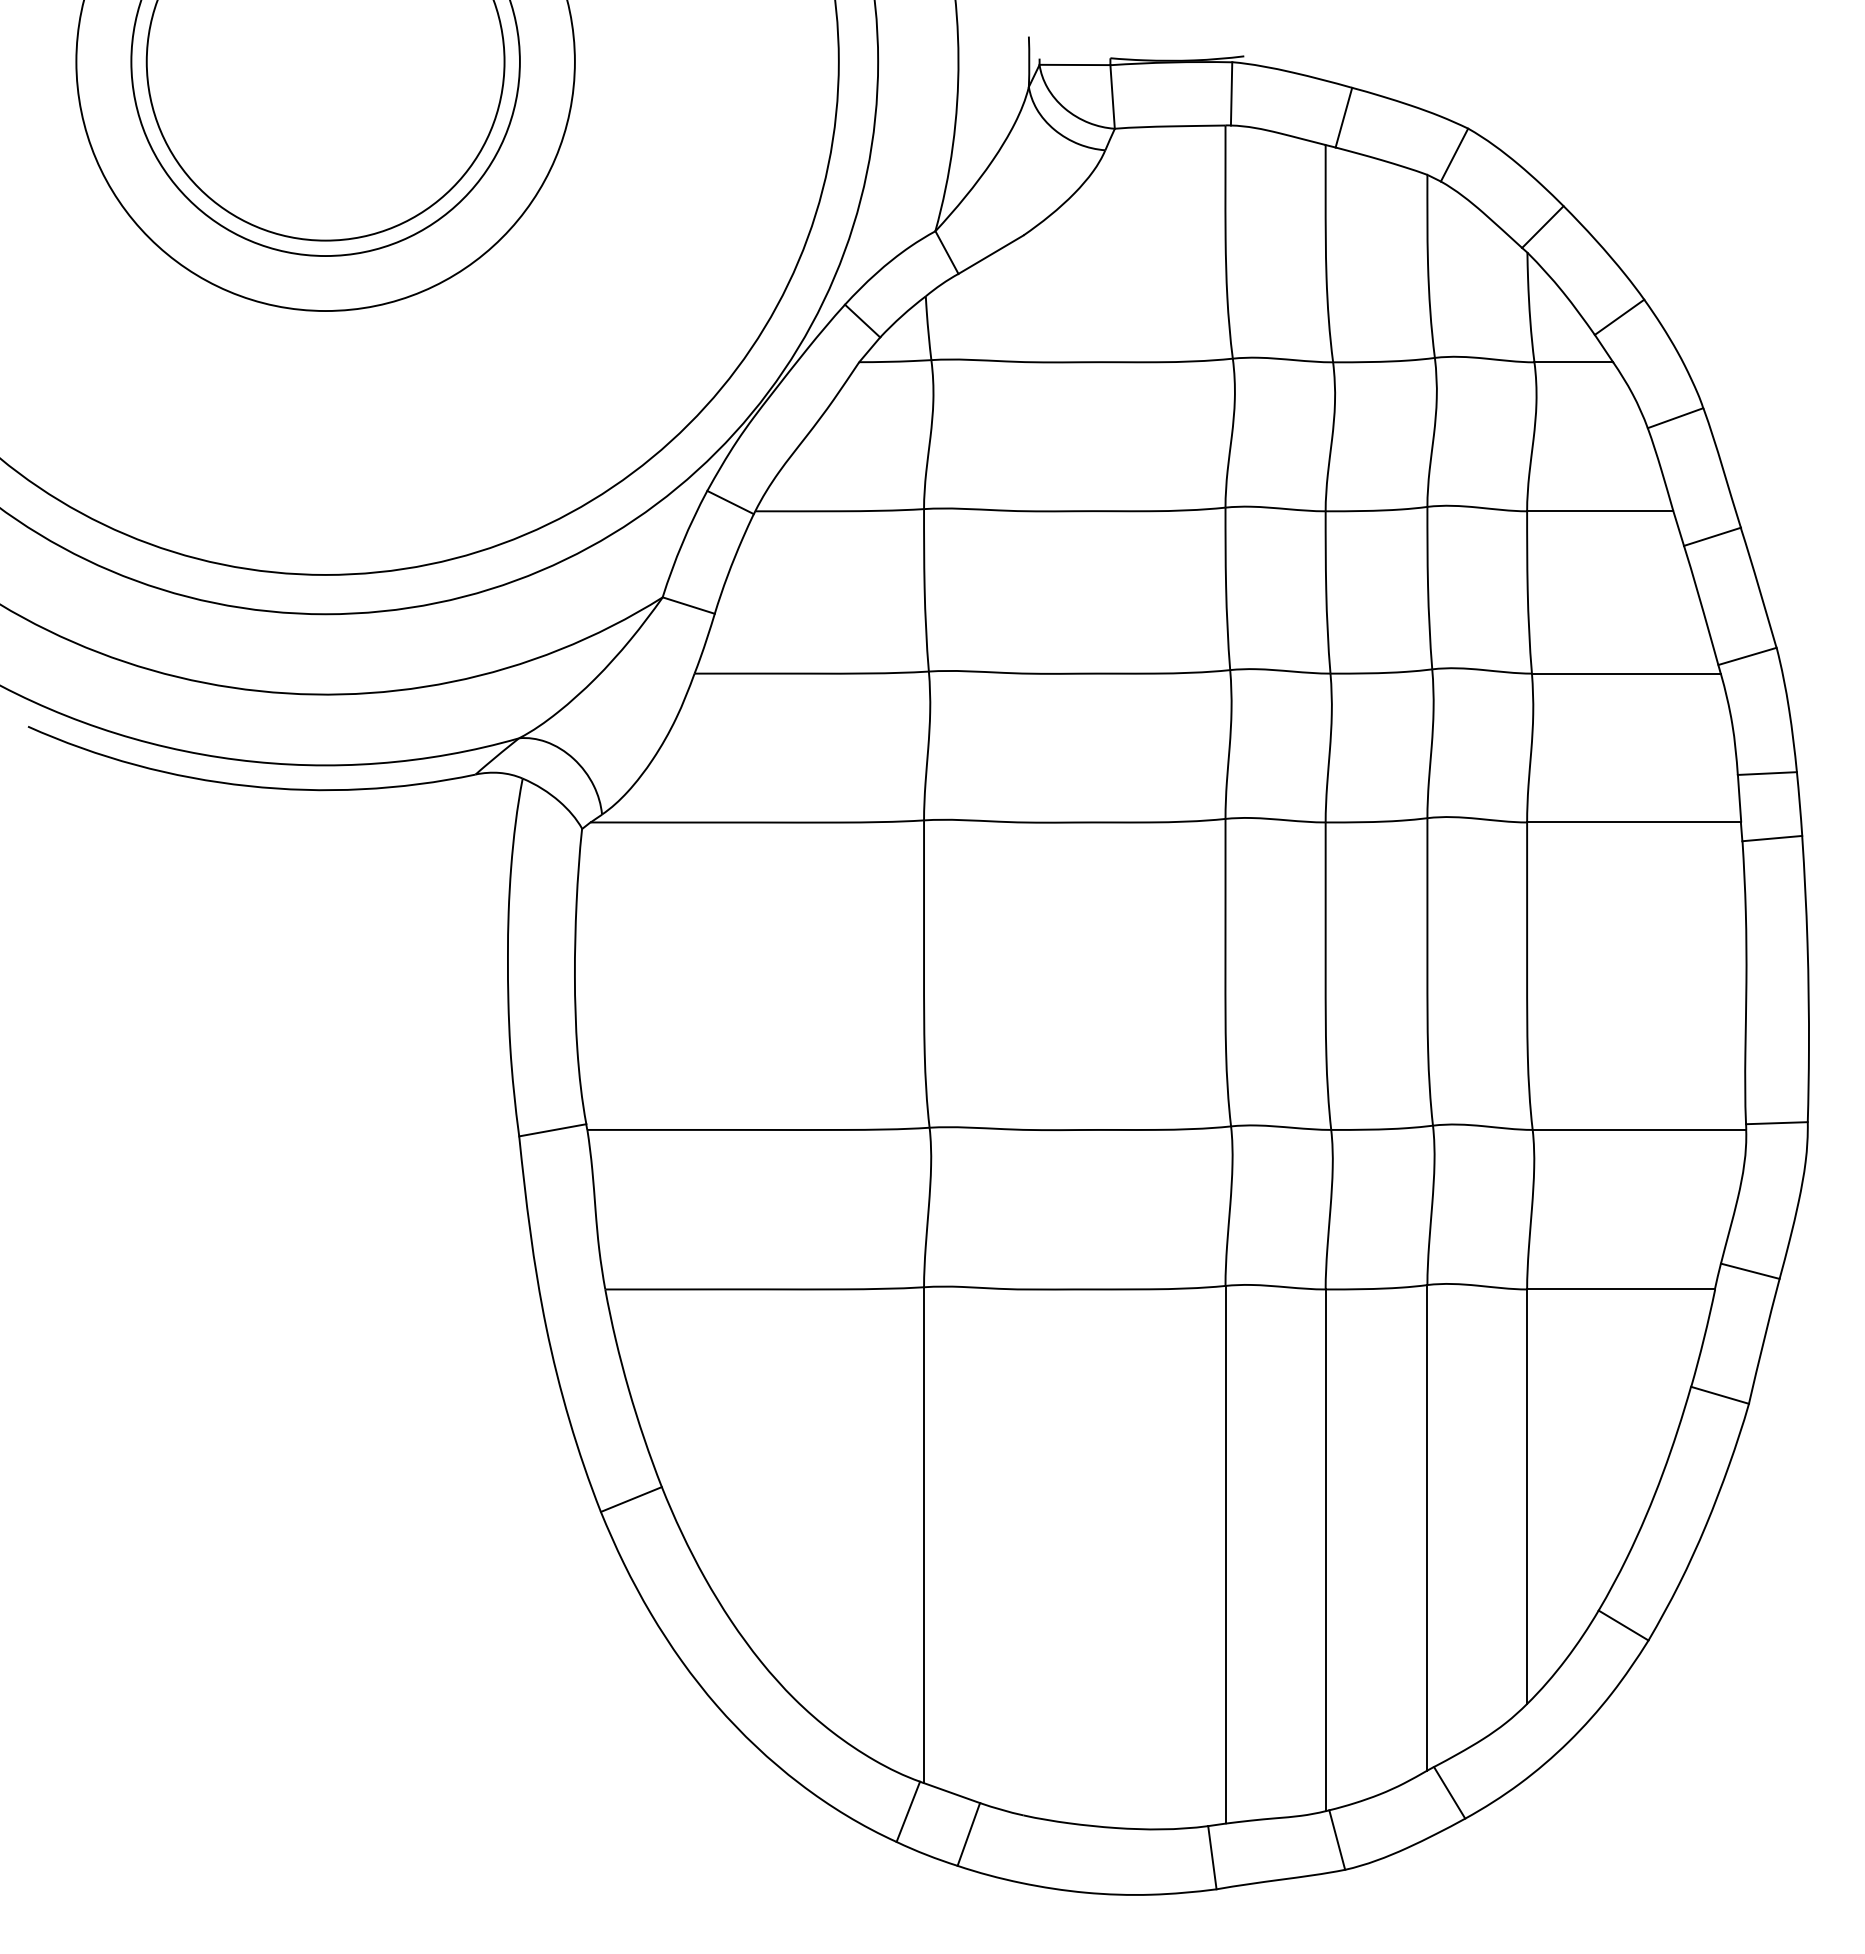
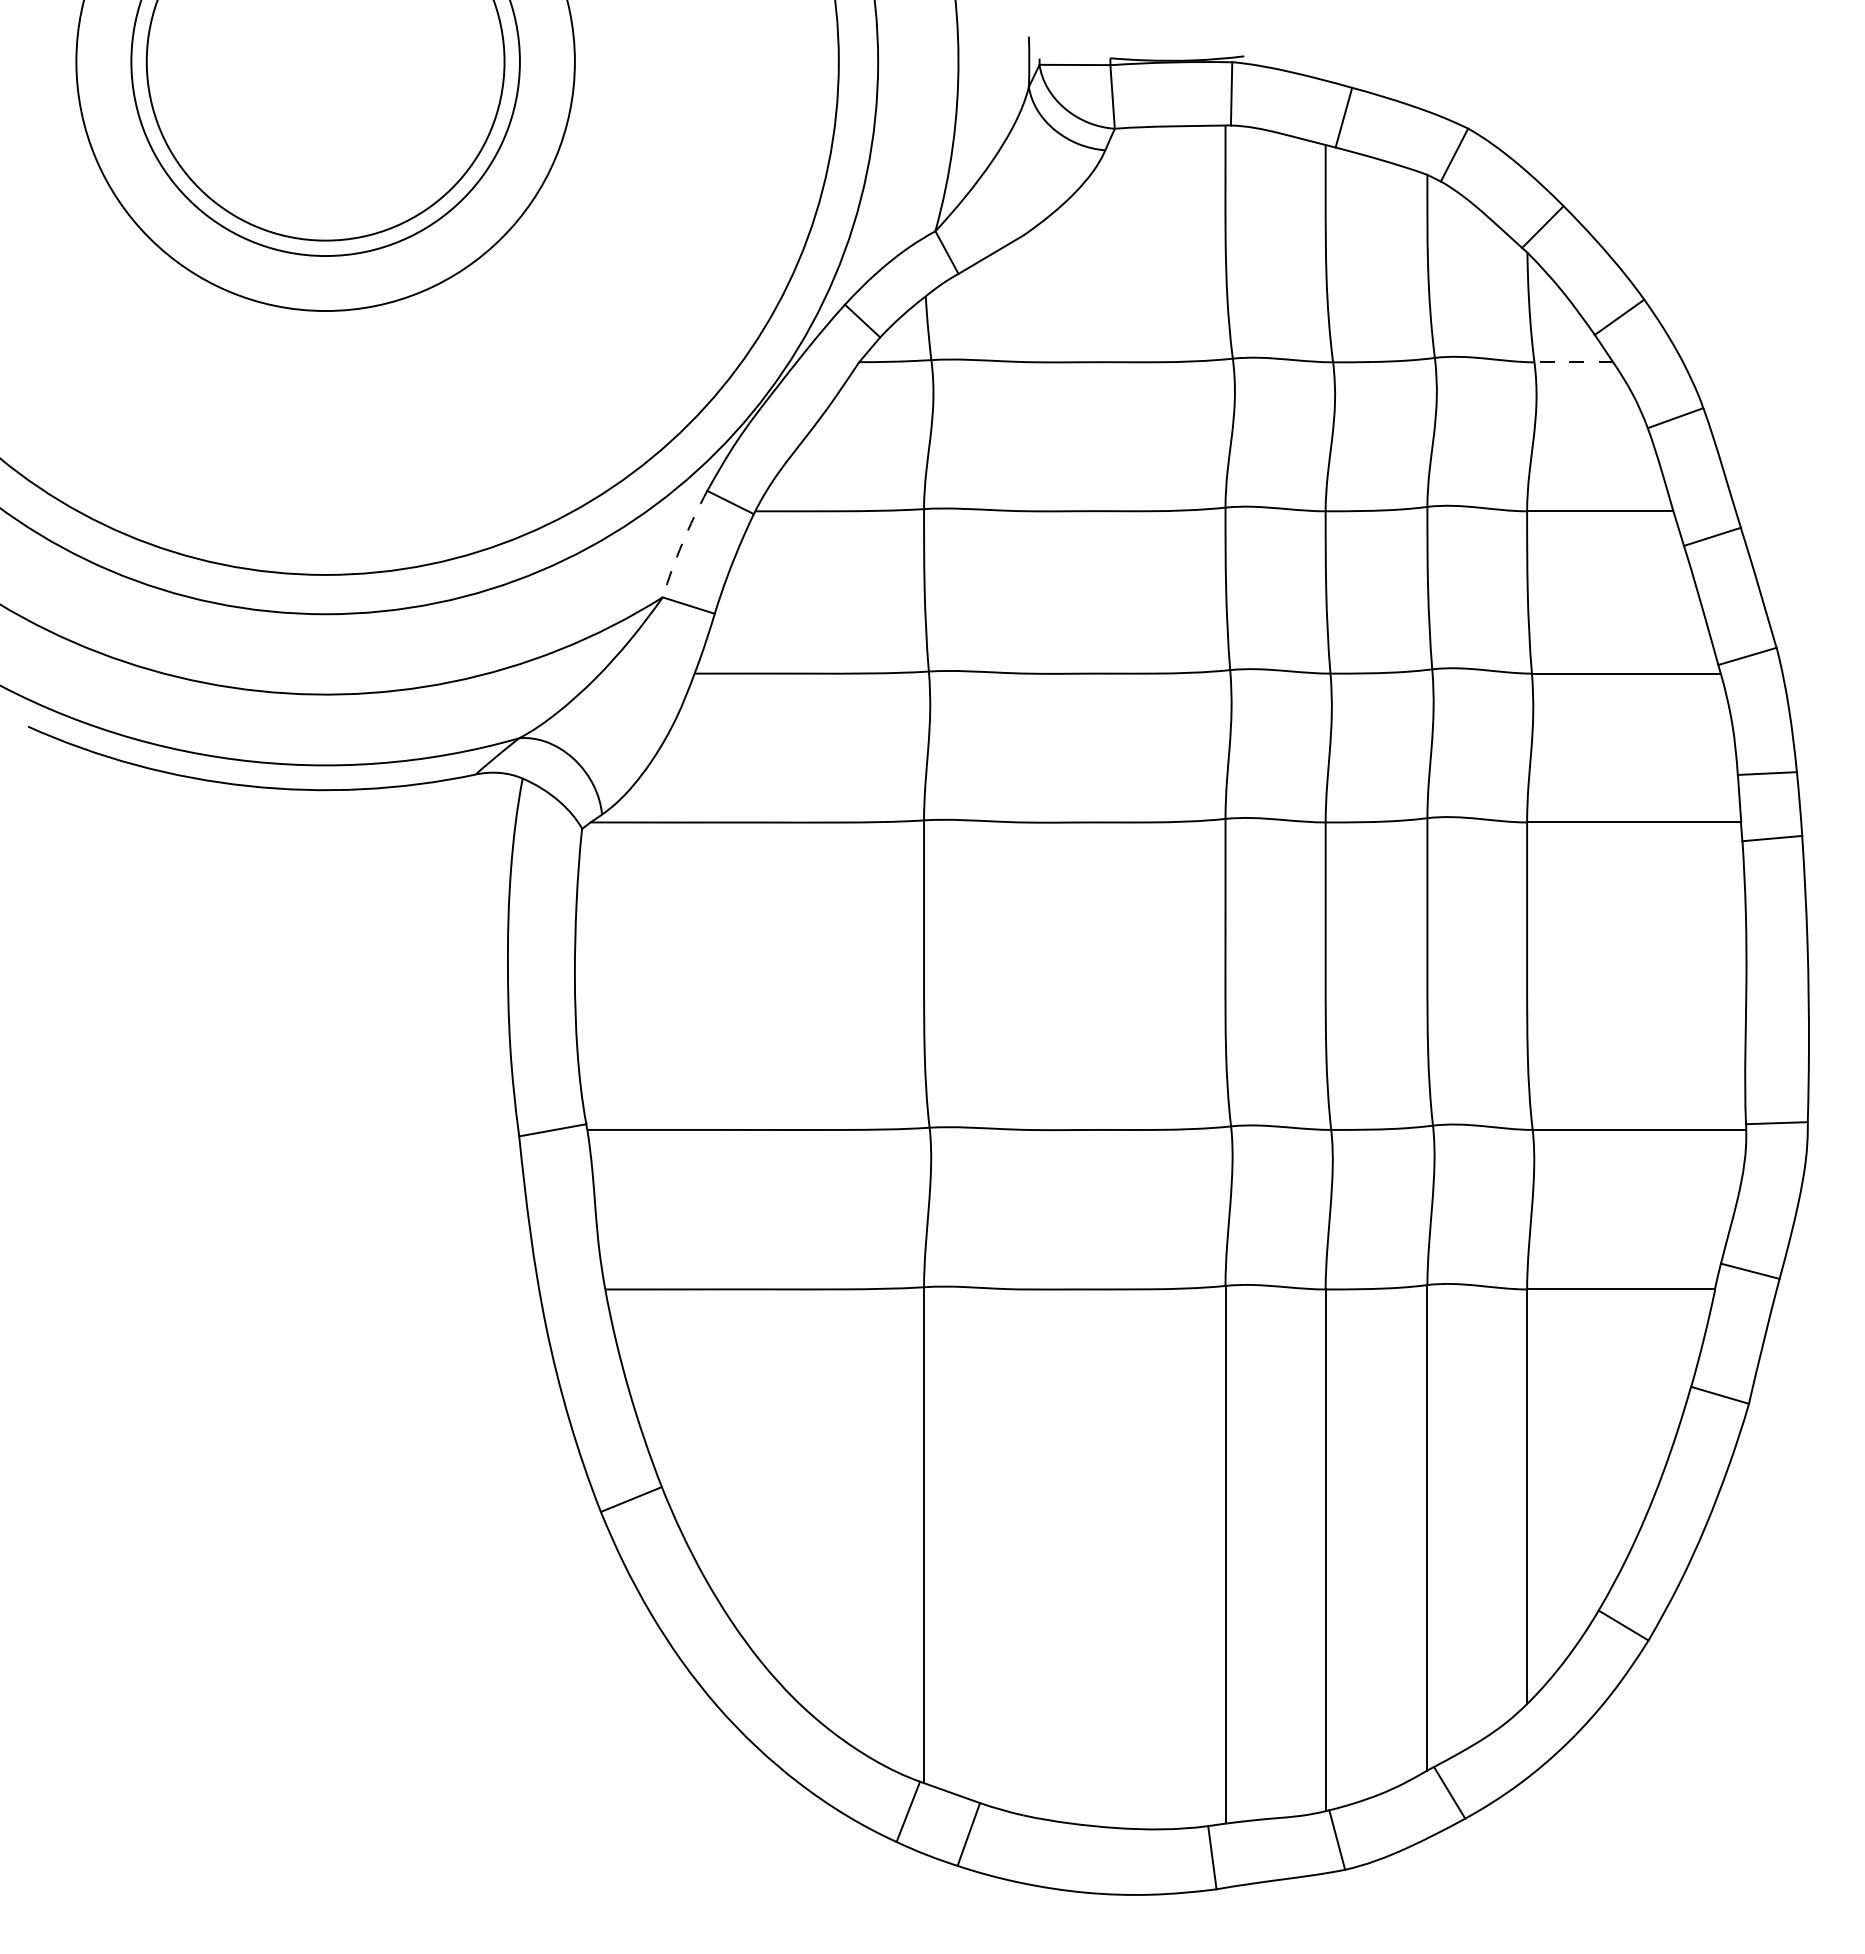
line at (1573, 362): solid -> dashed
arc at (682, 543): solid -> dashed
